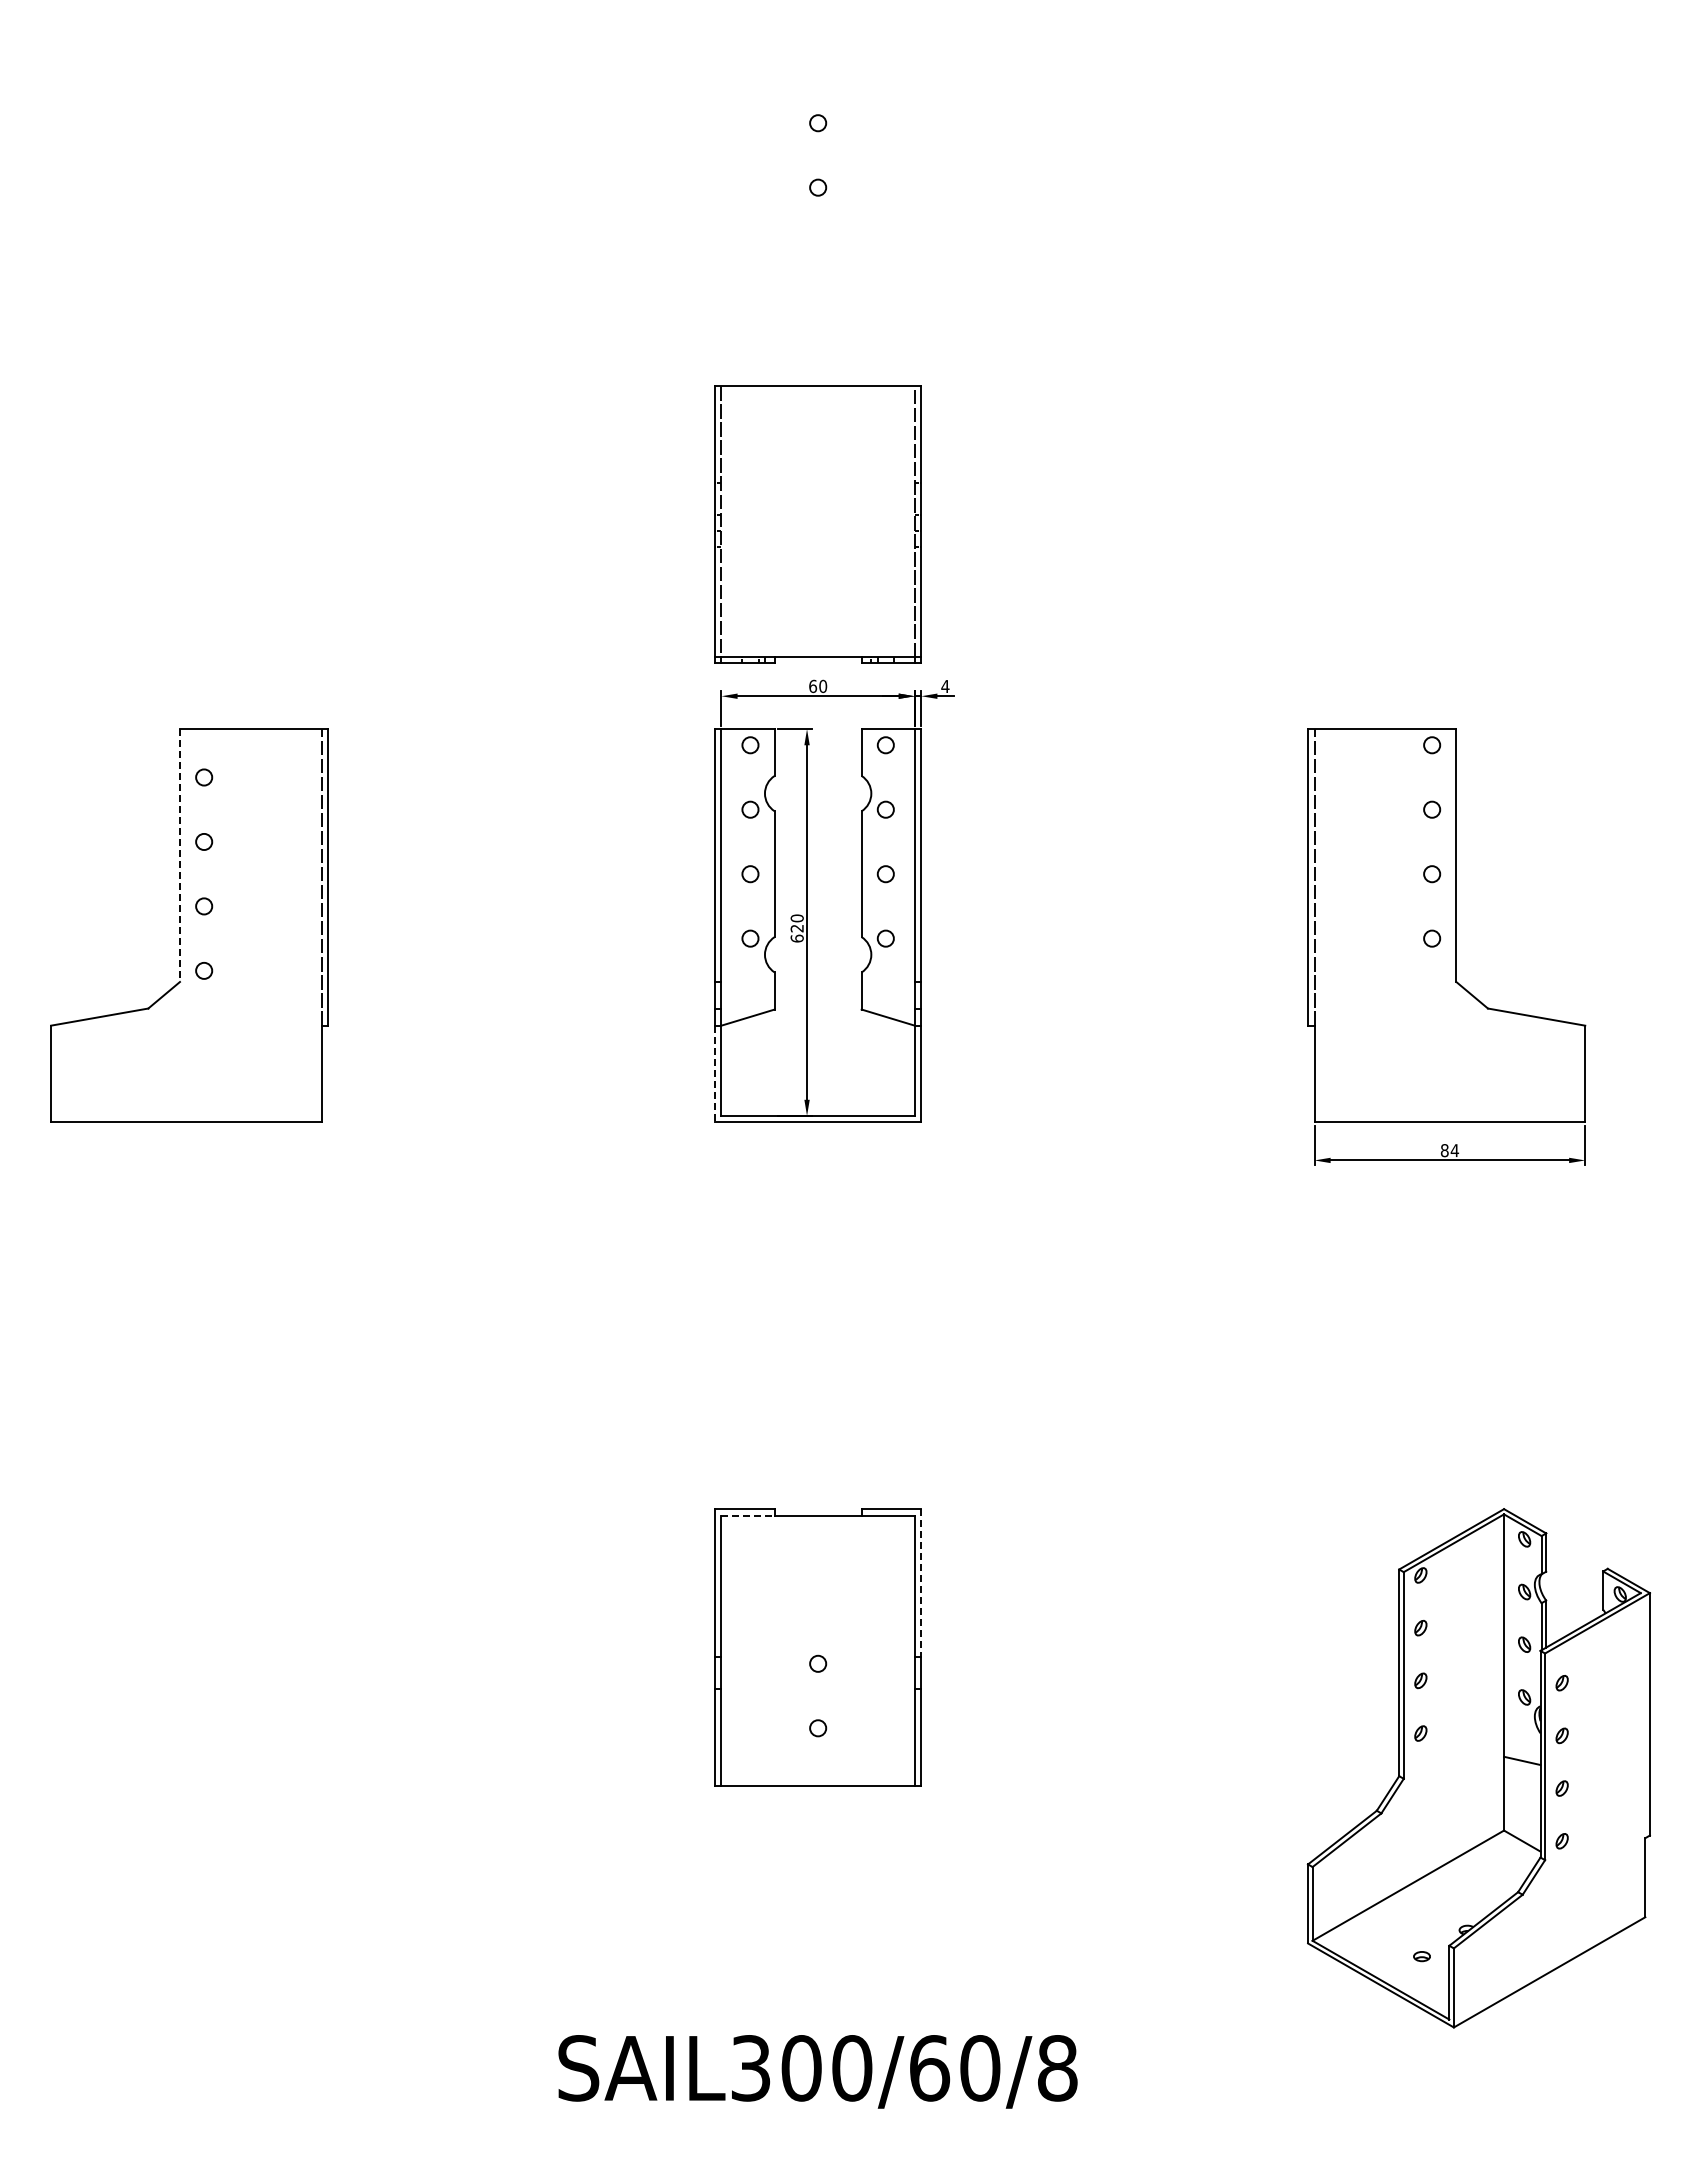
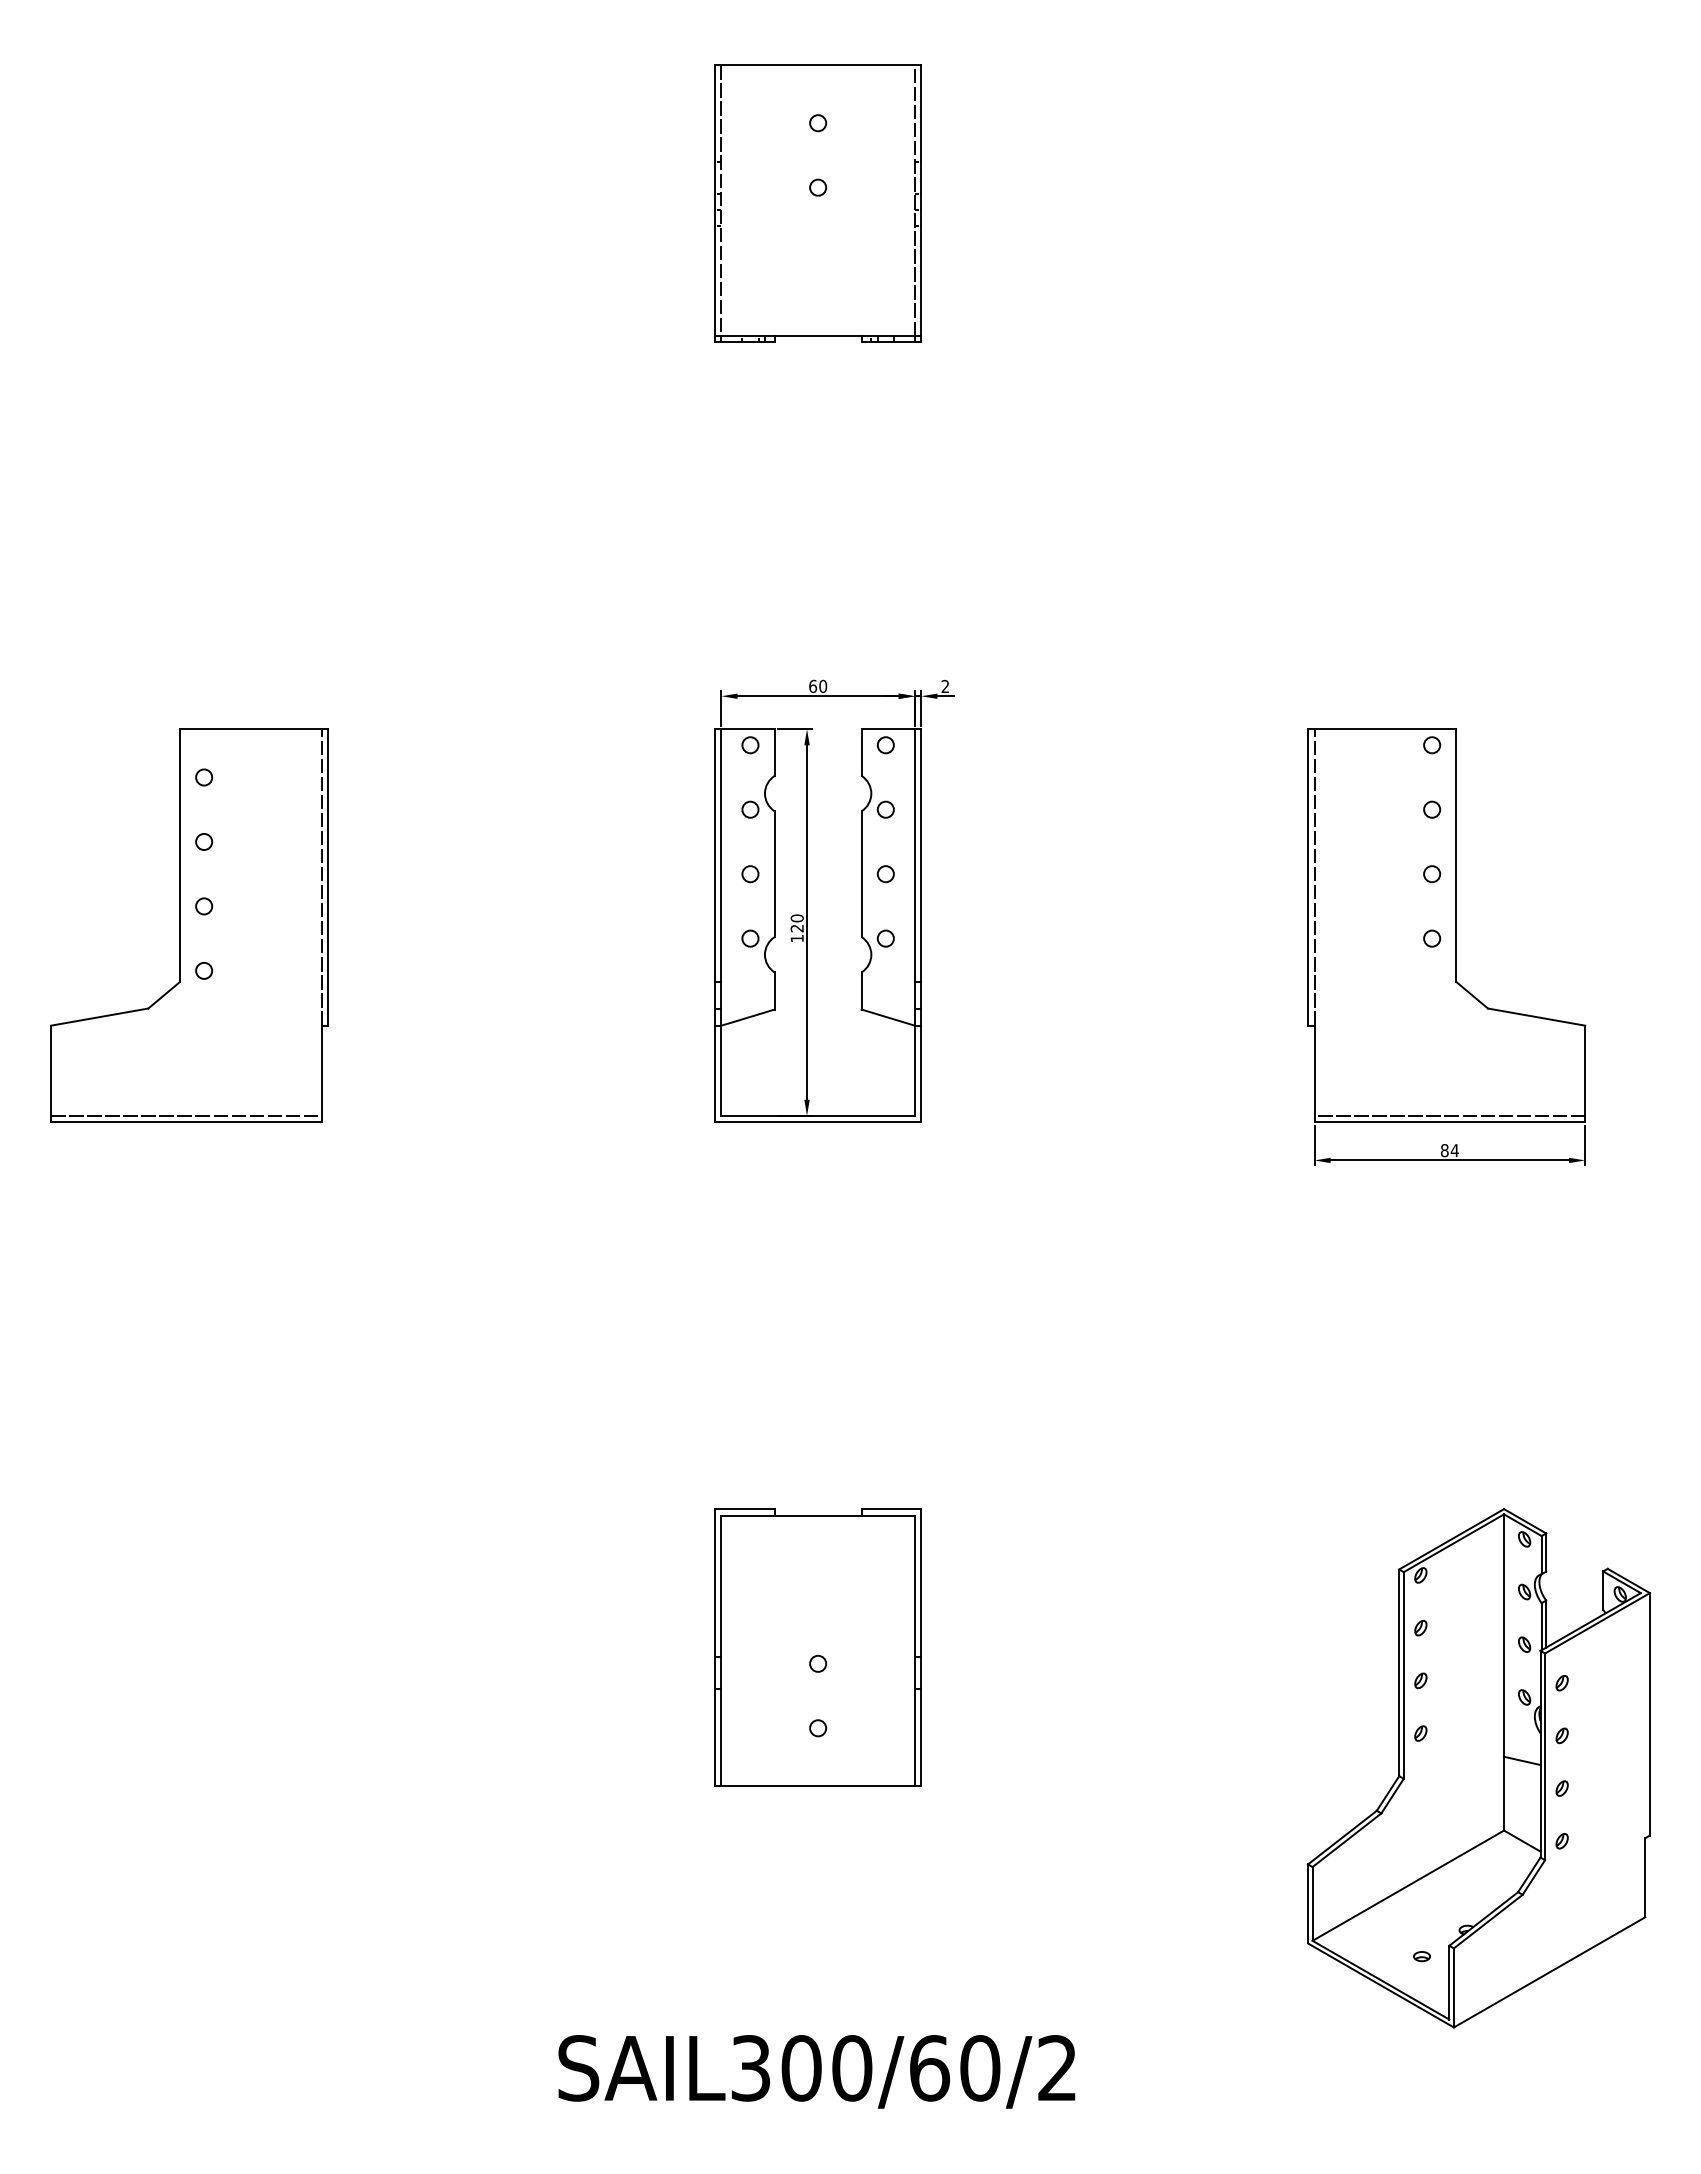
part at (817, 524) position: (817, 524) -> (817, 203)
text at (945, 686): 4 -> 2
line at (180, 856): dashed -> solid
text at (796, 938): 620 -> 120
line at (715, 1074): dashed -> solid
line at (186, 1115): none -> present
line at (1449, 1115): none -> present
line at (748, 1515): dashed -> solid
line at (921, 1583): dashed -> solid
text at (1057, 2068): SAIL300/60/8 -> SAIL300/60/2
